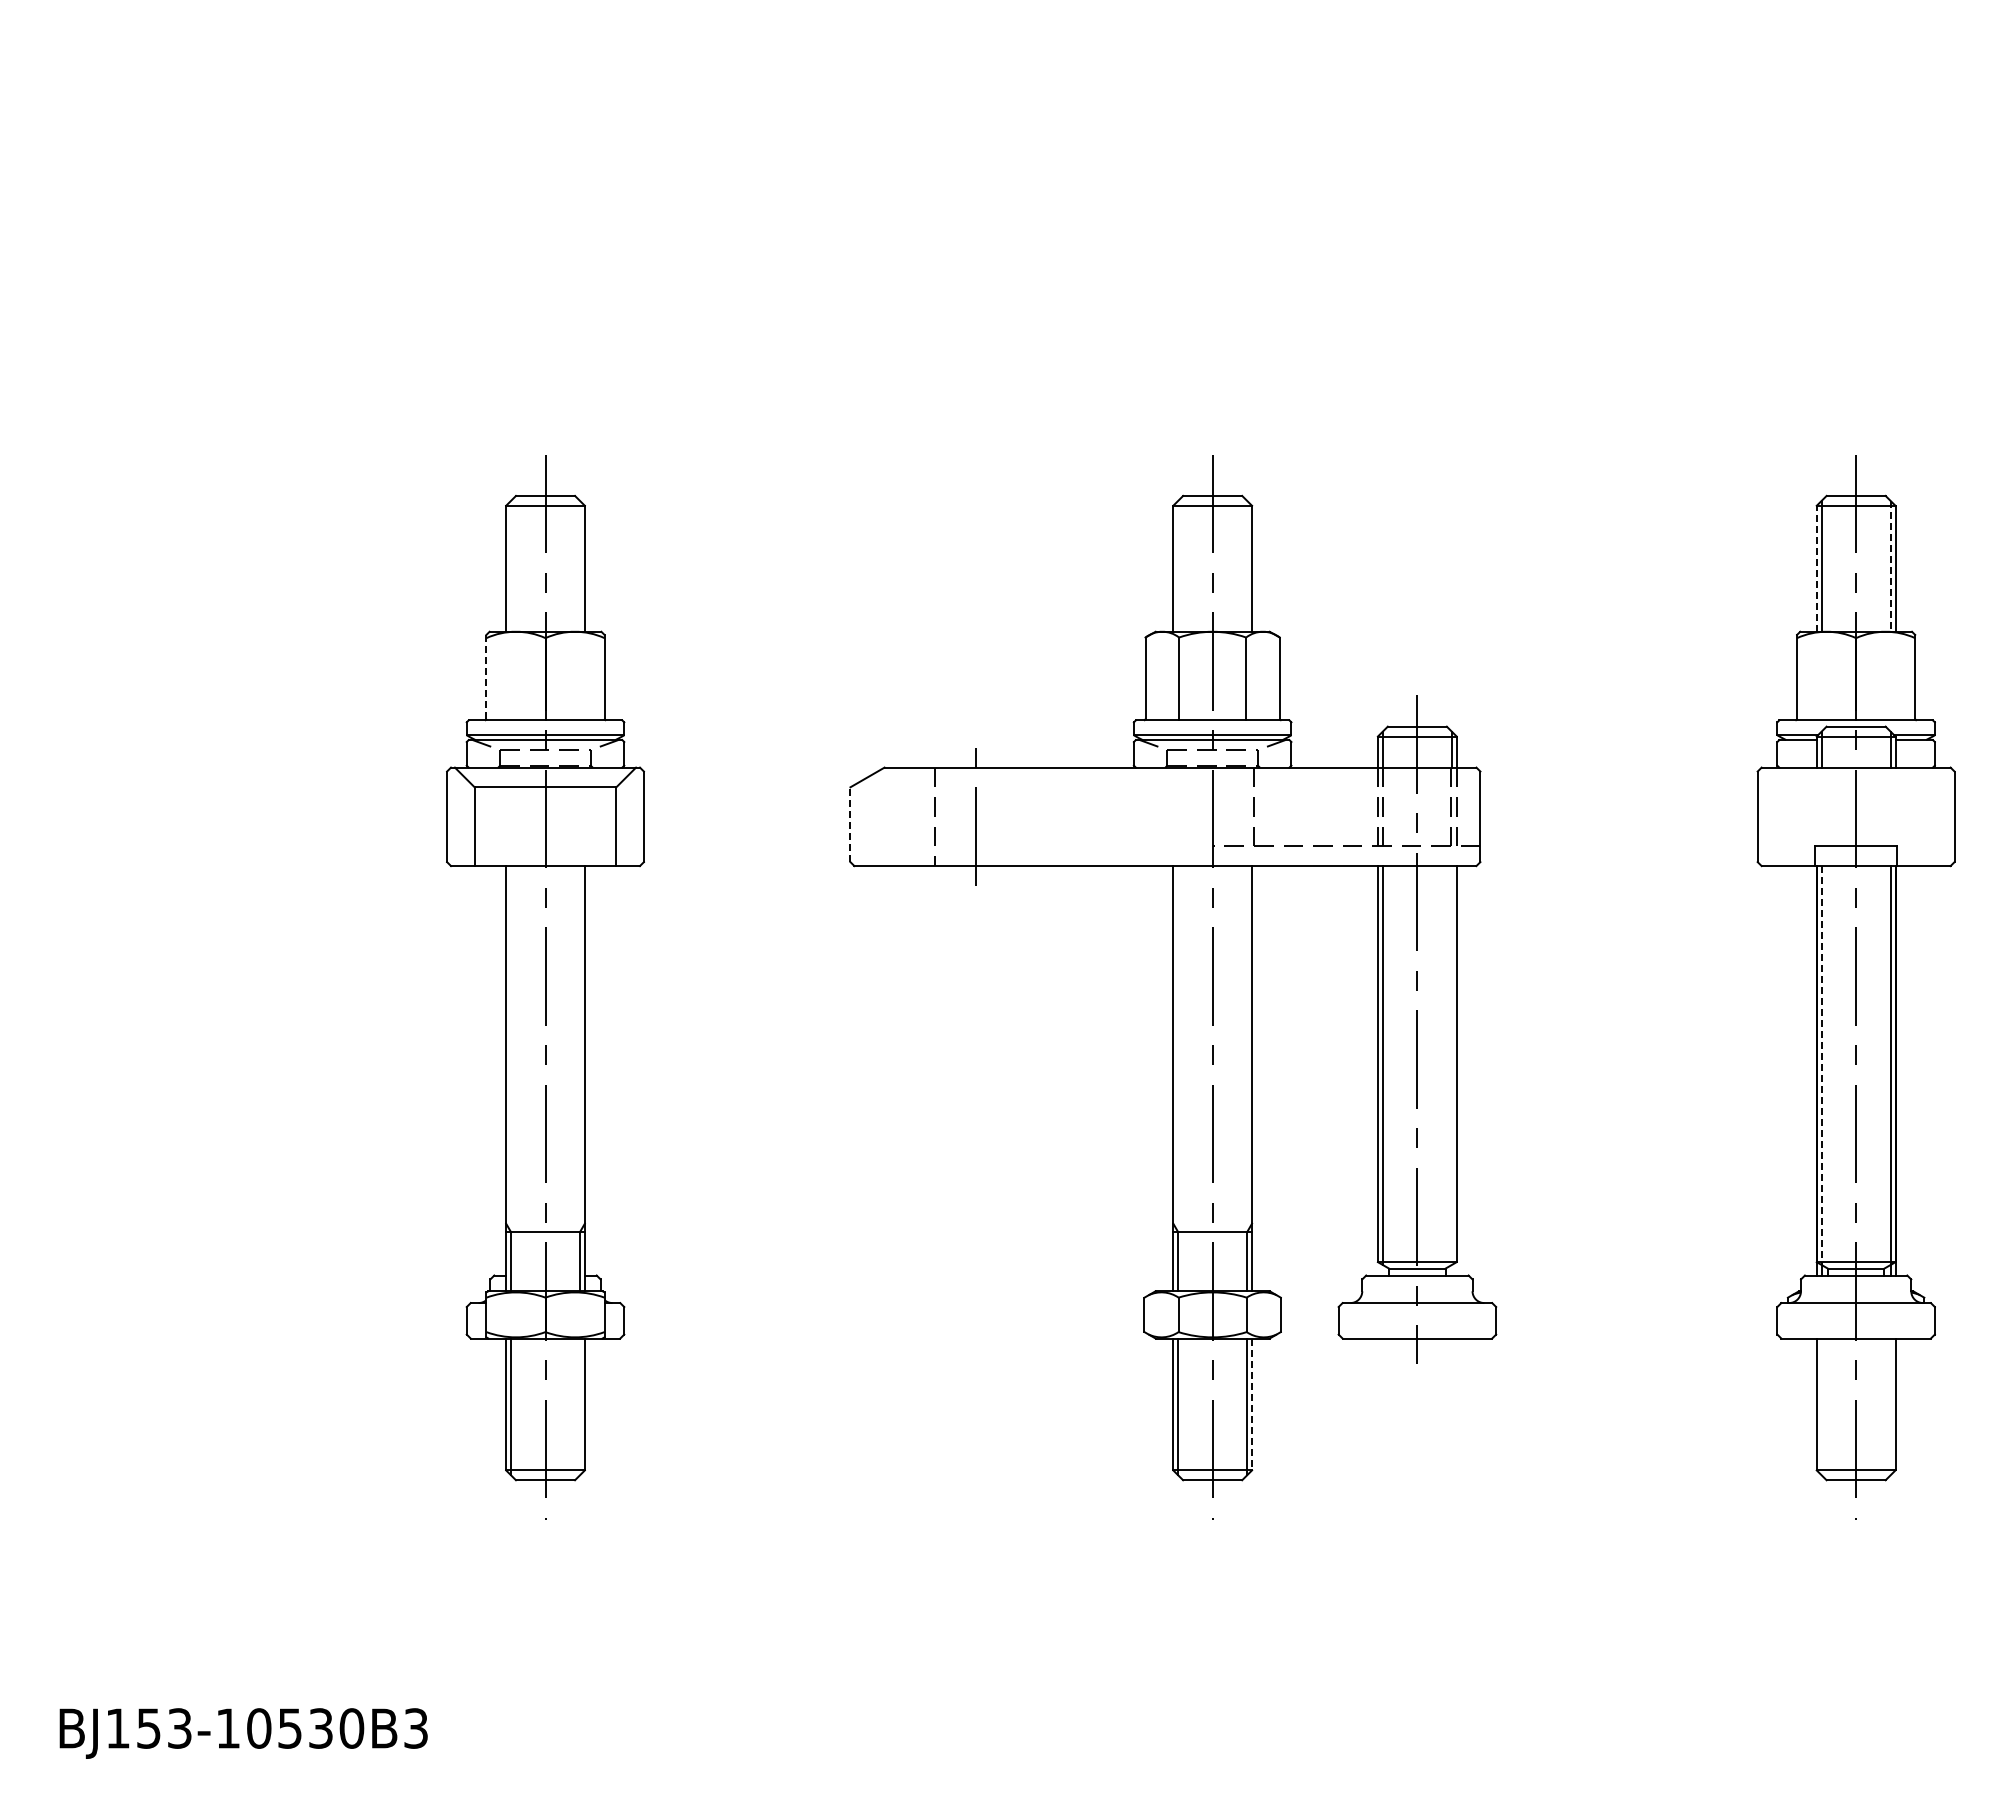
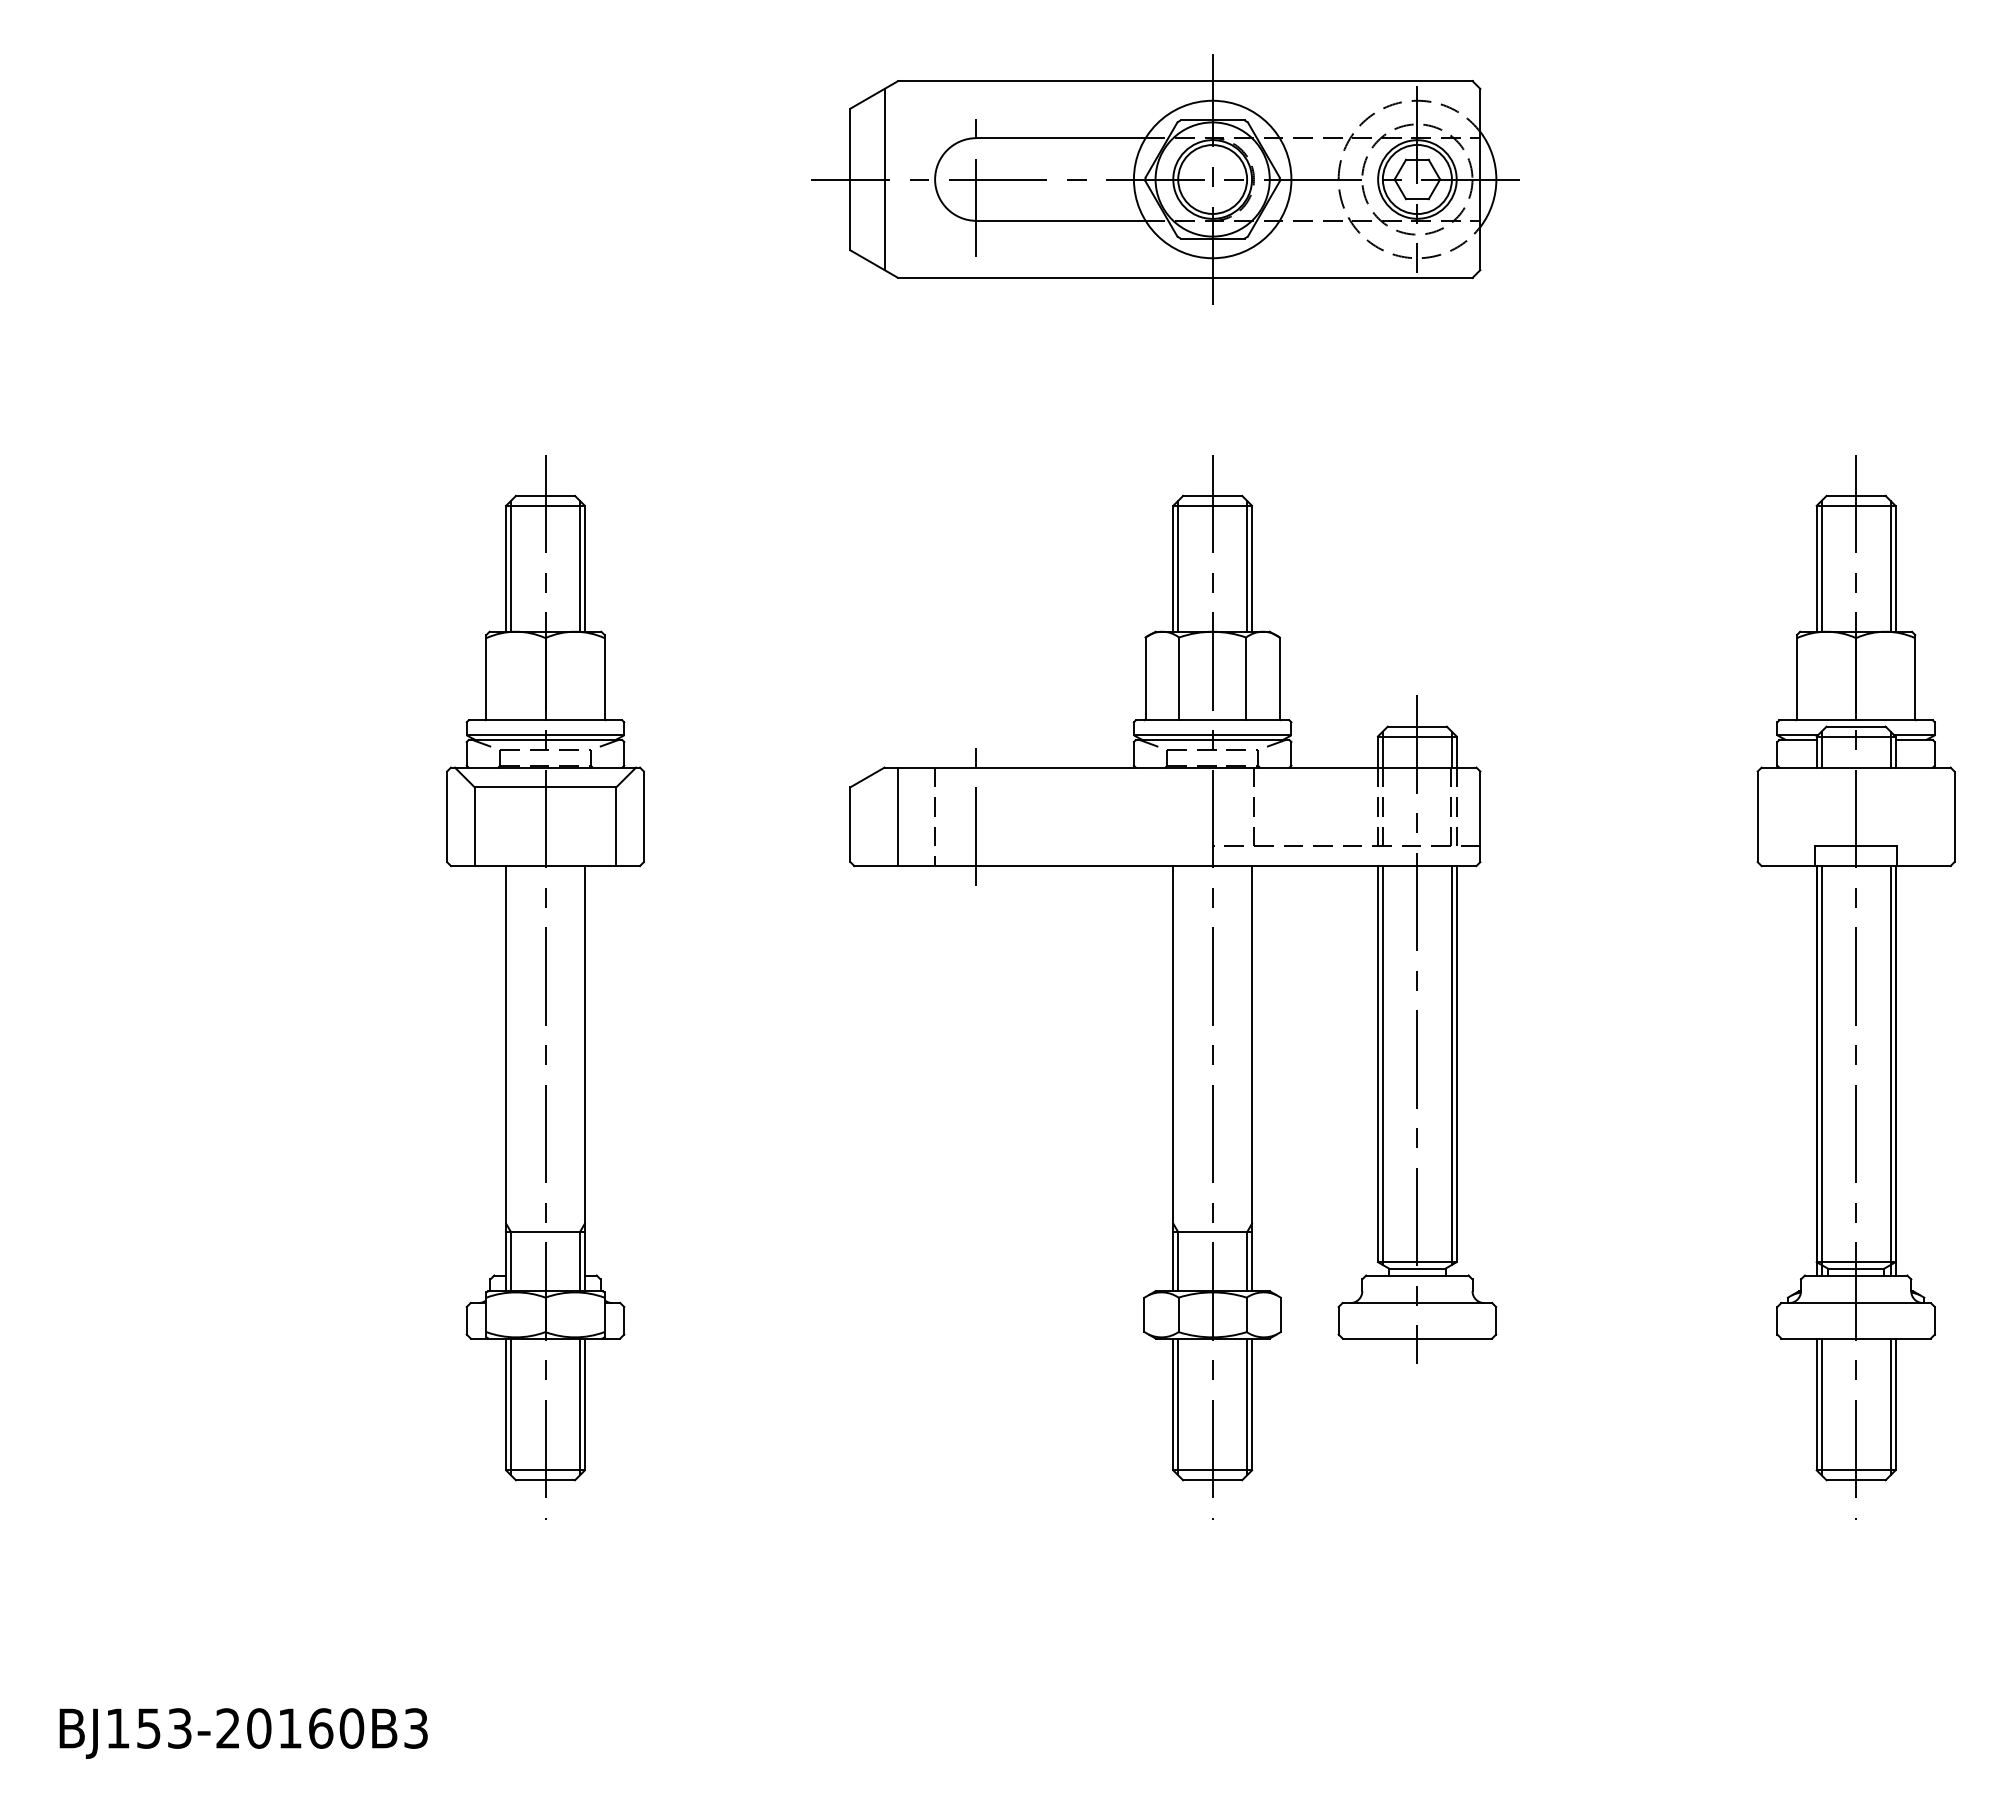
part at (1165, 179): none -> present
line at (511, 565): none -> present
line at (579, 565): none -> present
line at (1178, 565): none -> present
line at (1247, 565): none -> present
line at (1890, 566): dashed -> solid
line at (1816, 568): dashed -> solid
line at (486, 676): dashed -> solid
line at (898, 816): none -> present
line at (850, 824): dashed -> solid
line at (1451, 1065): none -> present
line at (1821, 1066): dashed -> solid
line at (1252, 1404): dashed -> solid
line at (579, 1406): none -> present
line at (1821, 1406): none -> present
line at (1890, 1406): none -> present
text at (274, 1728): BJ153-10530B3 -> BJ153-20160B3
